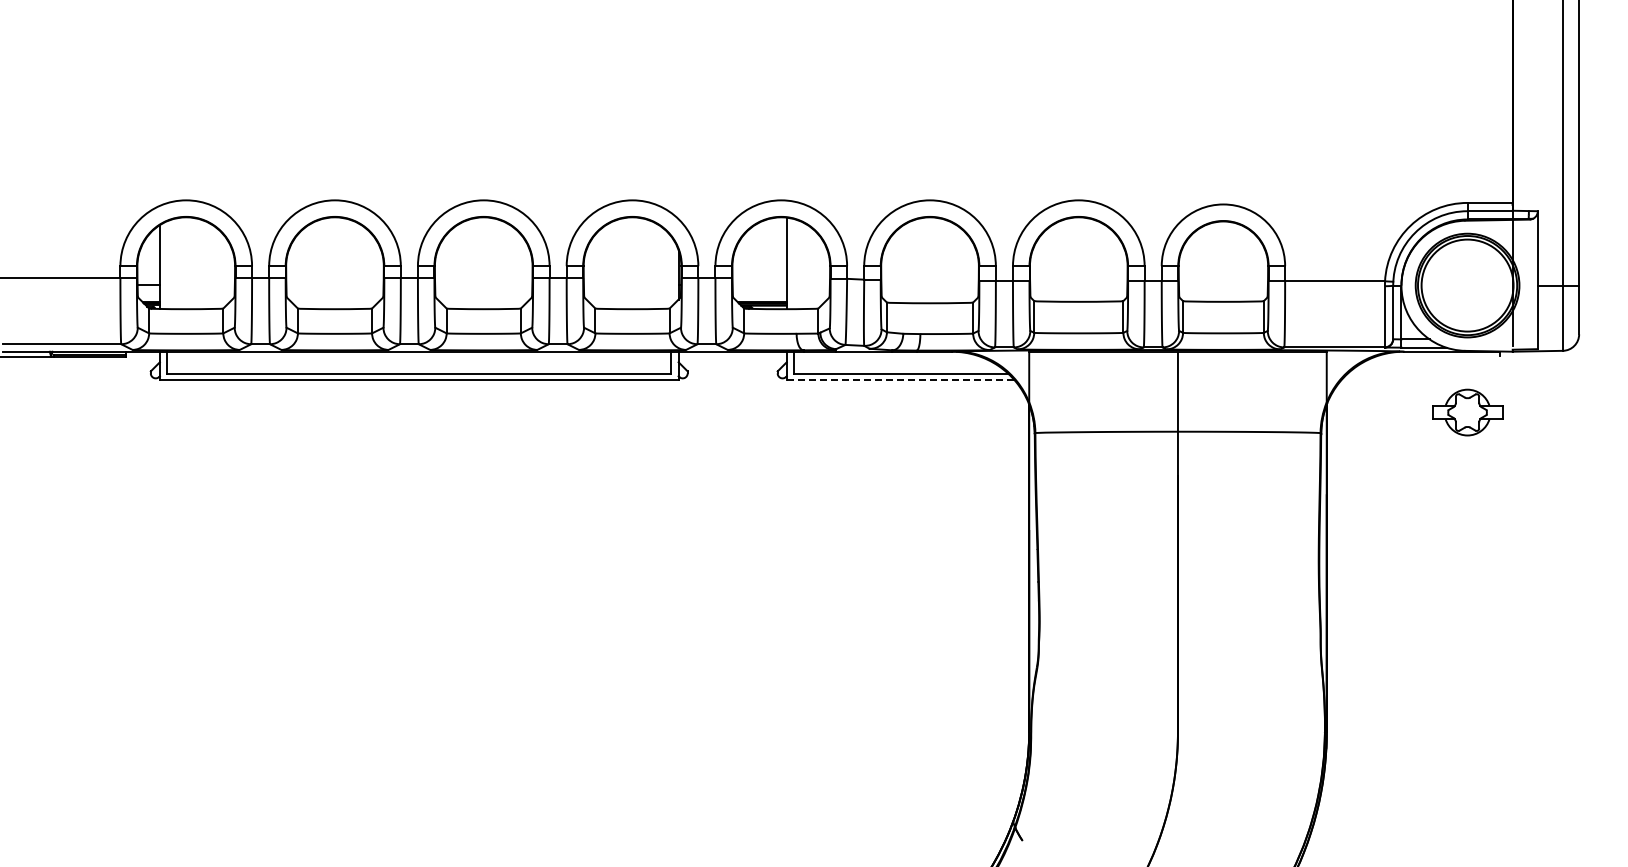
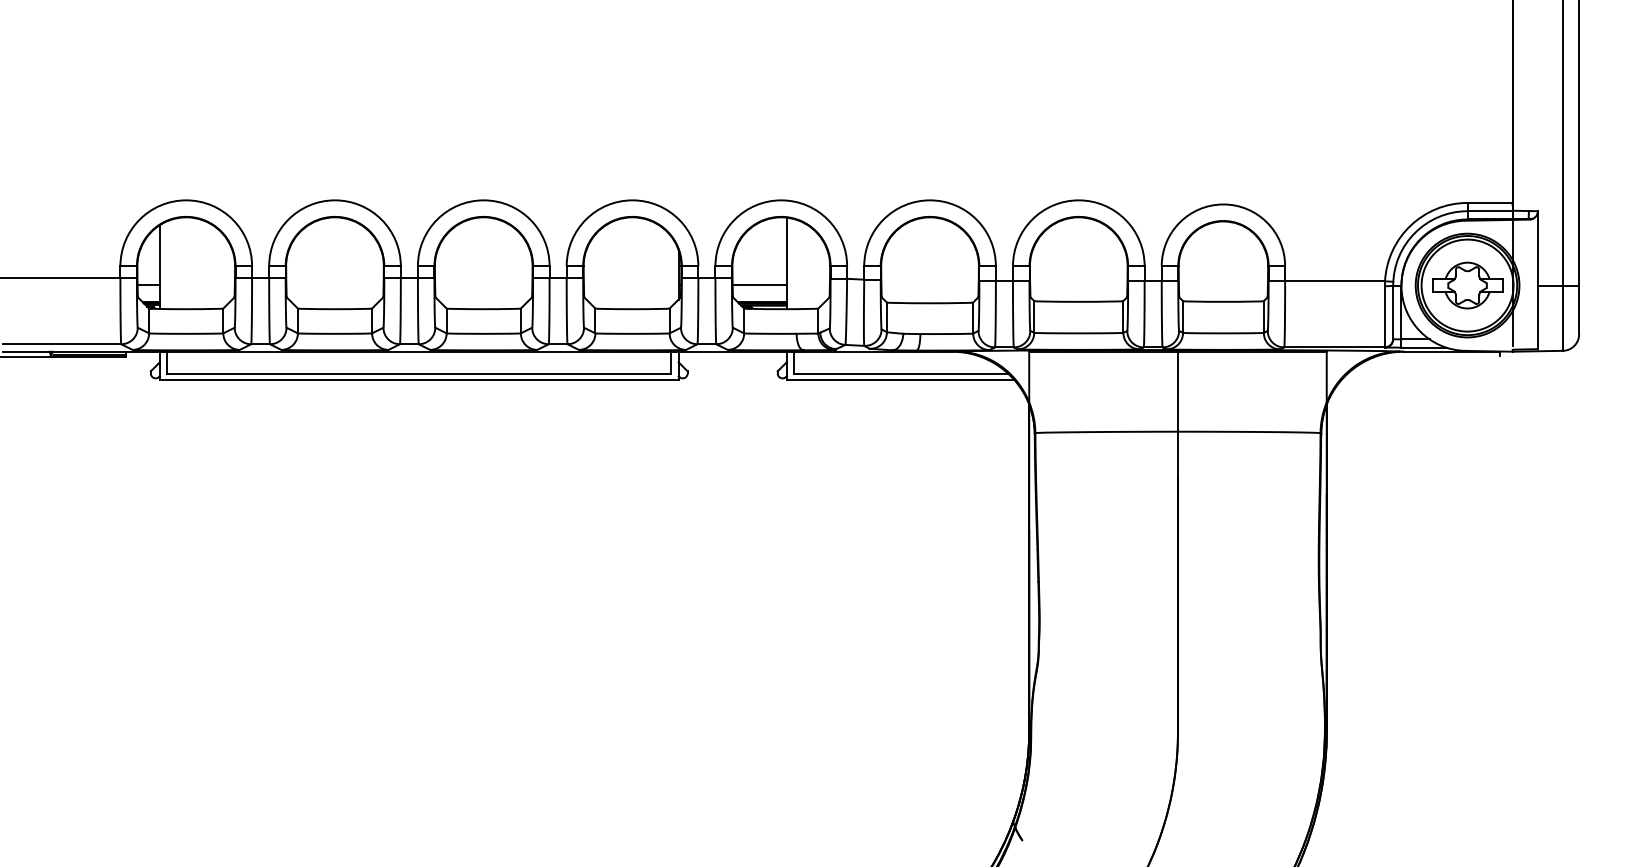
line at (759, 285): none -> present
line at (900, 379): dashed -> solid
part at (1467, 412) position: (1467, 412) -> (1467, 285)
